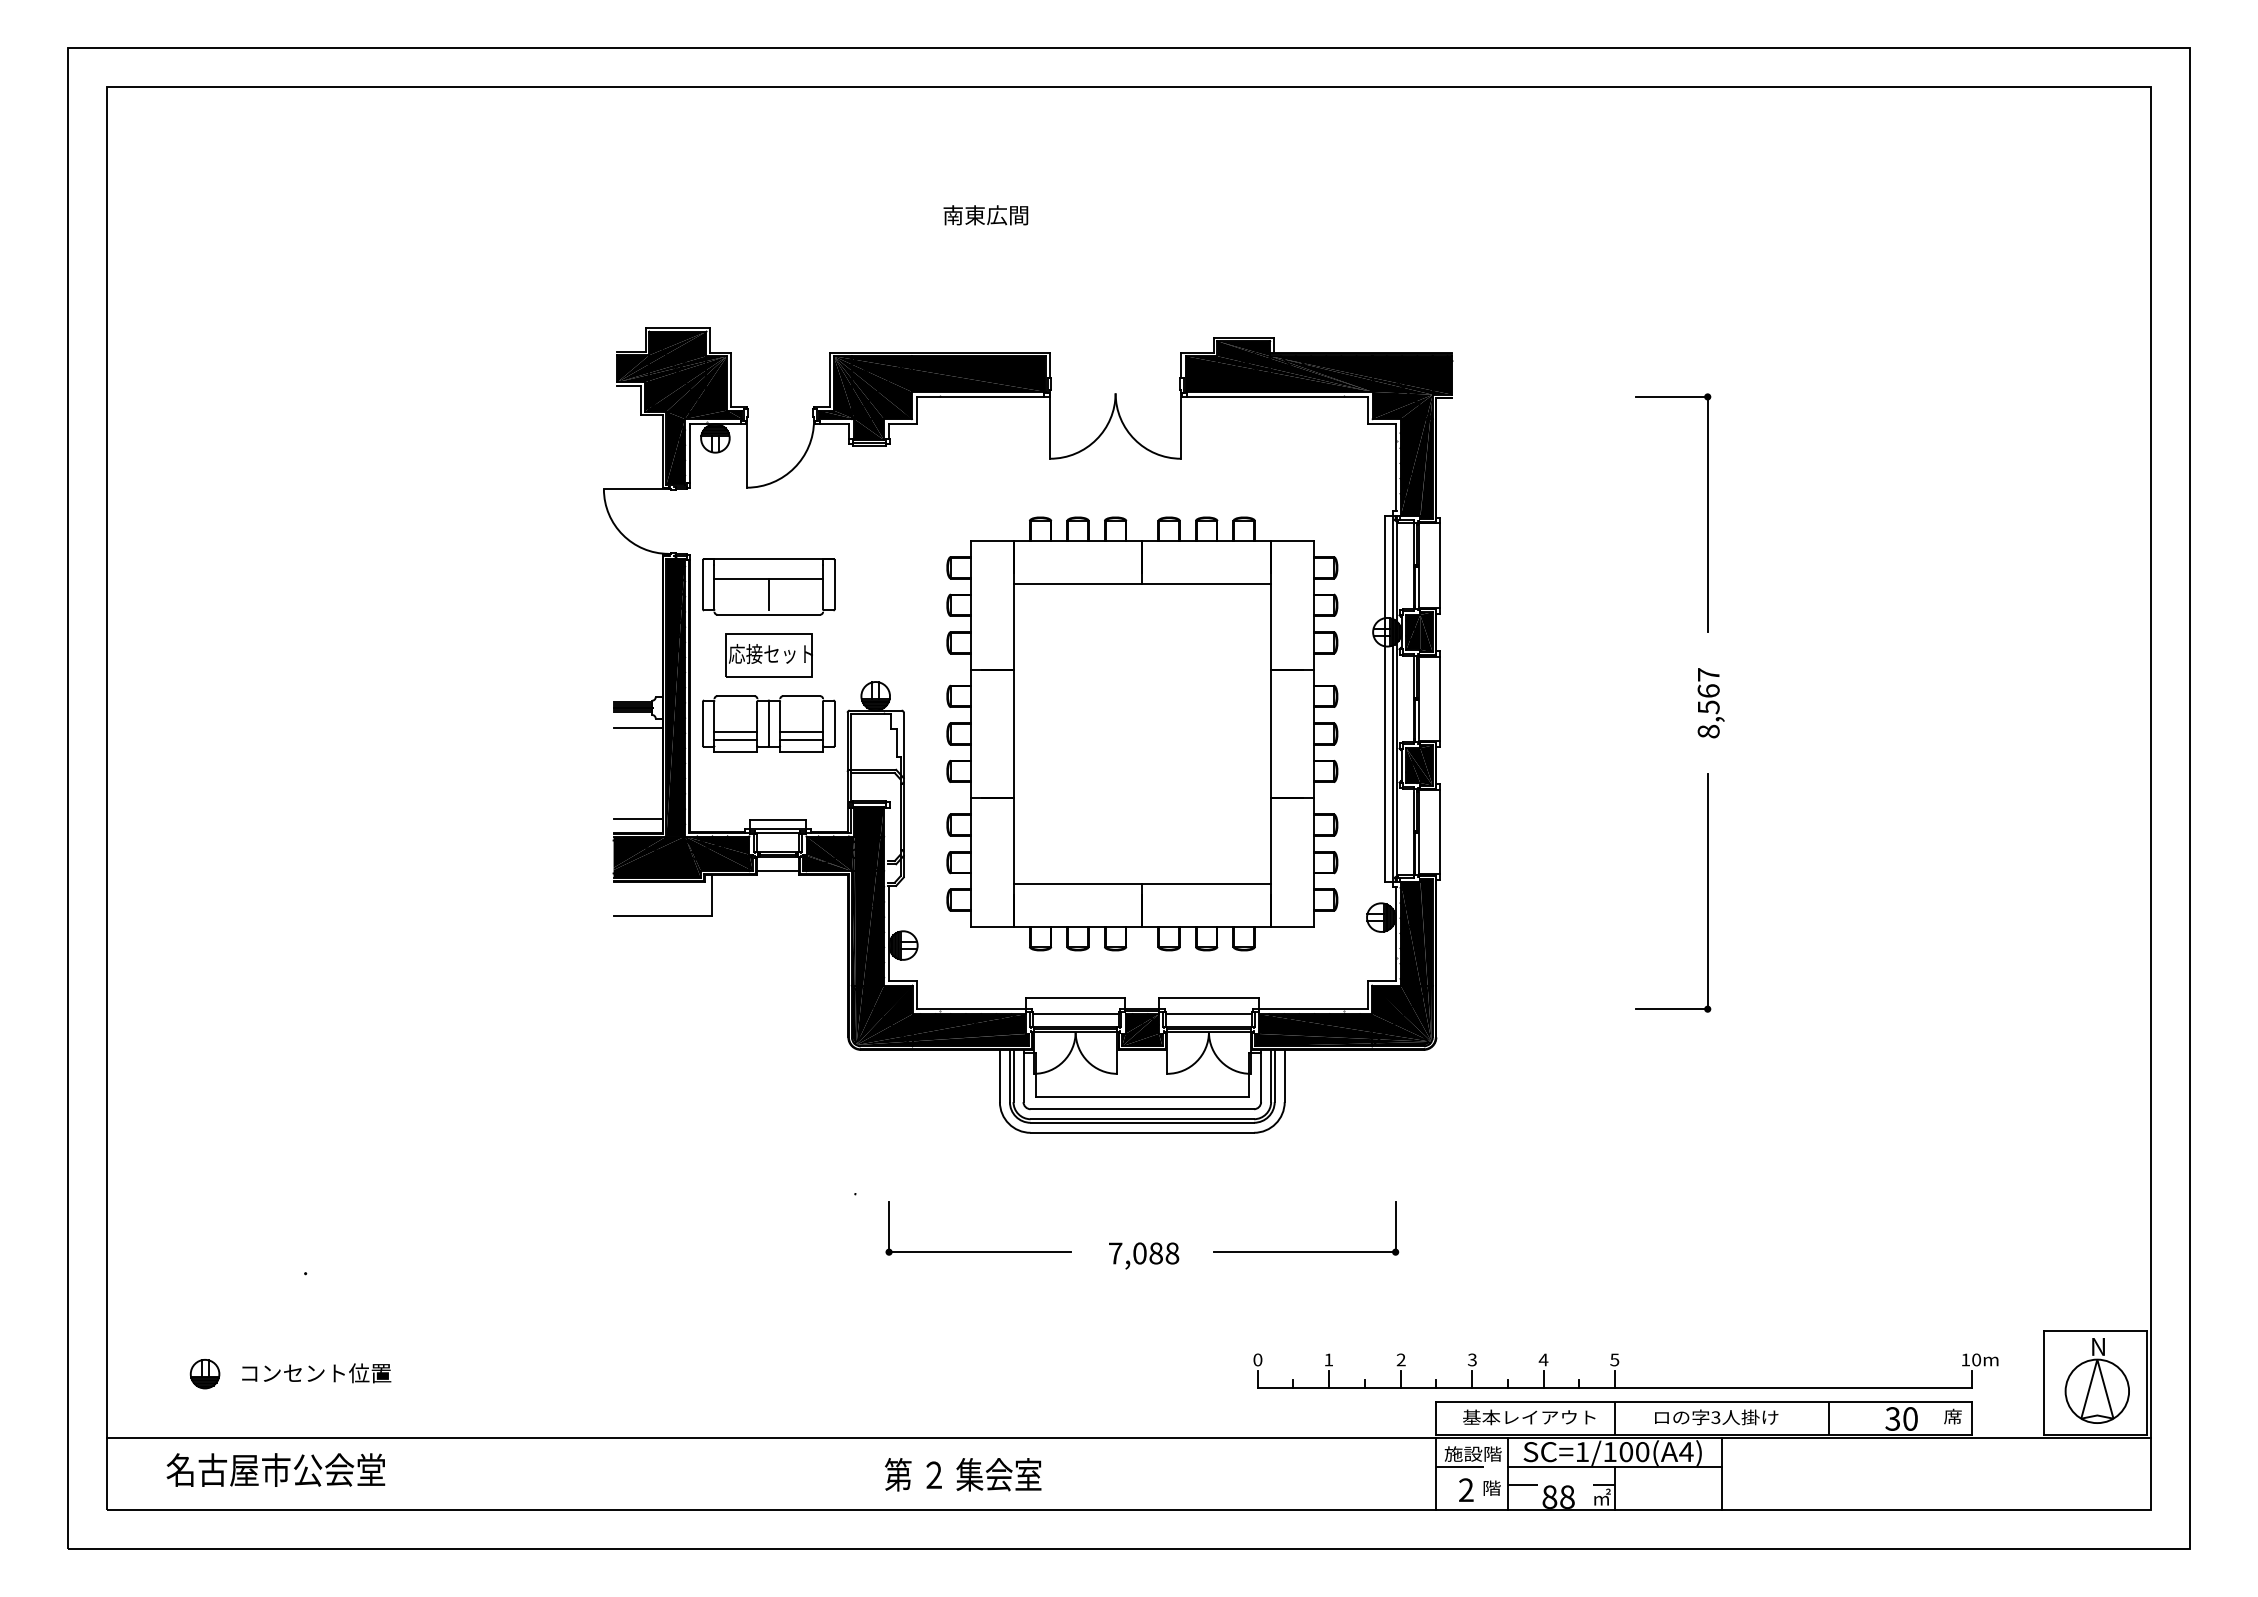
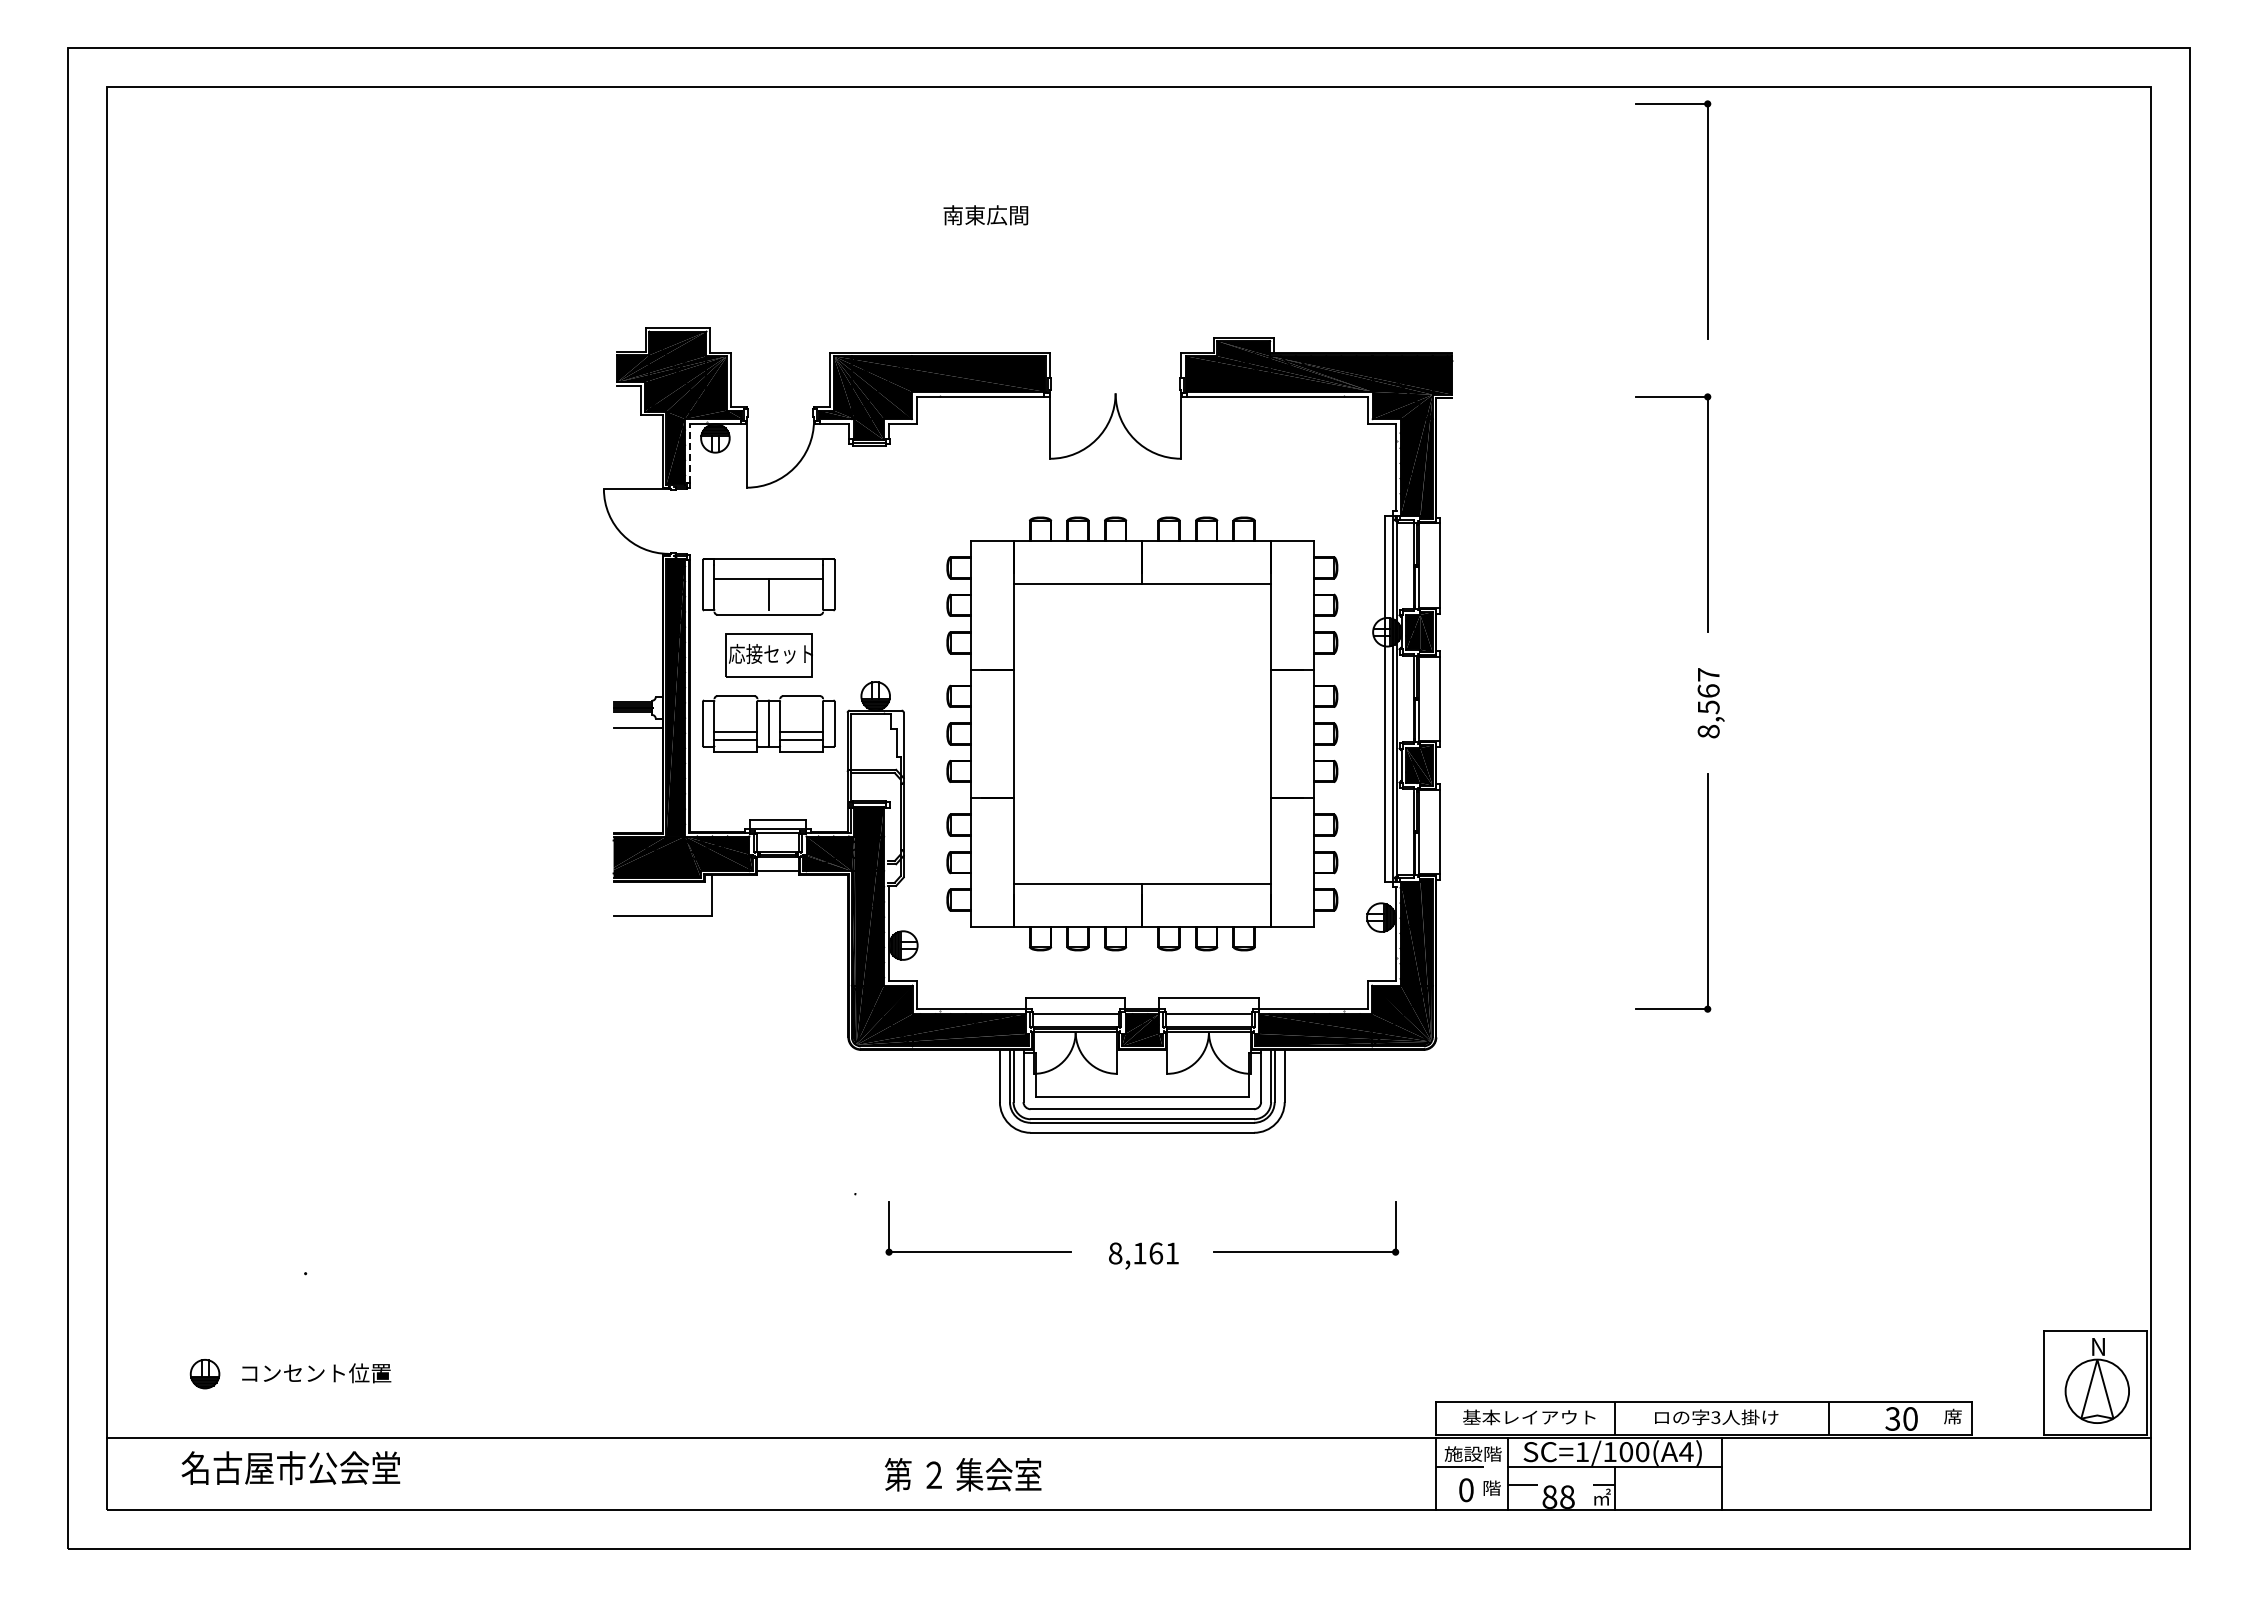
part at (1707, 219): none -> present
line at (690, 453): solid -> dashed
line at (637, 818): present -> none
text at (1144, 1253): 7,088 -> 8,161
part at (1618, 1364): present -> none
text at (275, 1469) position: (275, 1469) -> (290, 1467)
text at (1466, 1490): 2 -> 0
